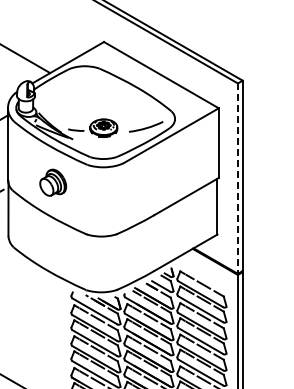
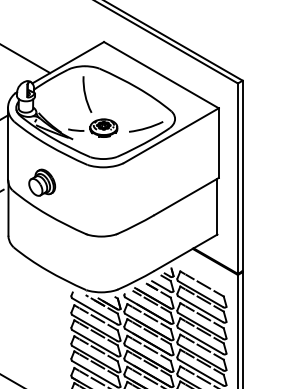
arc at (86, 94): none -> present
line at (237, 179): dashed -> solid
part at (53, 182) position: (53, 182) -> (42, 182)
